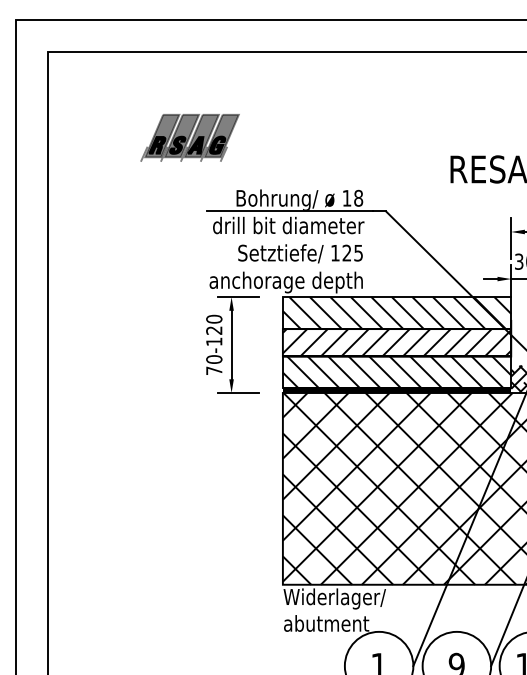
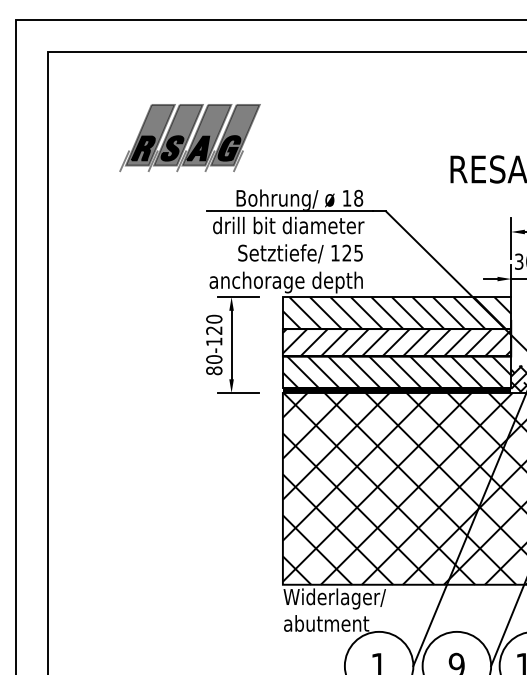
part at (189, 137) size: 100x48 px -> 142x68 px
text at (214, 370): 70-120 -> 80-120
